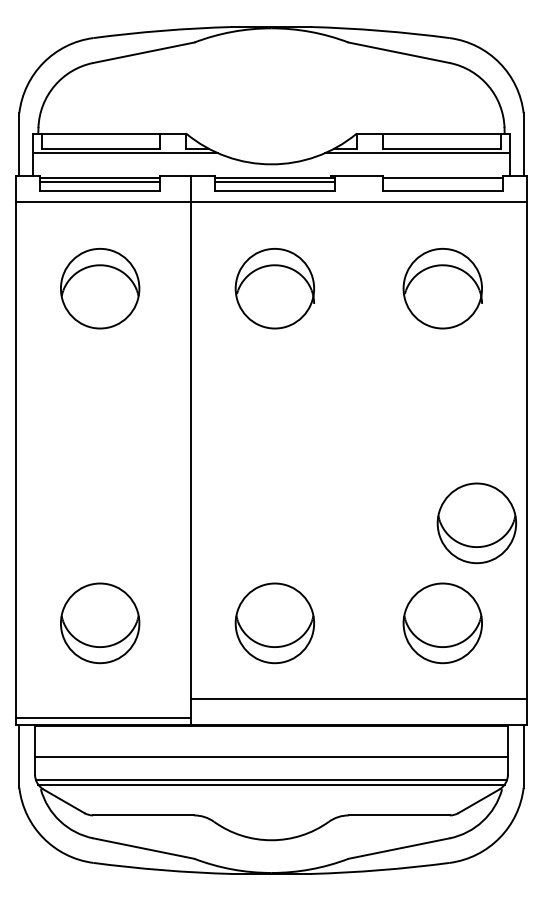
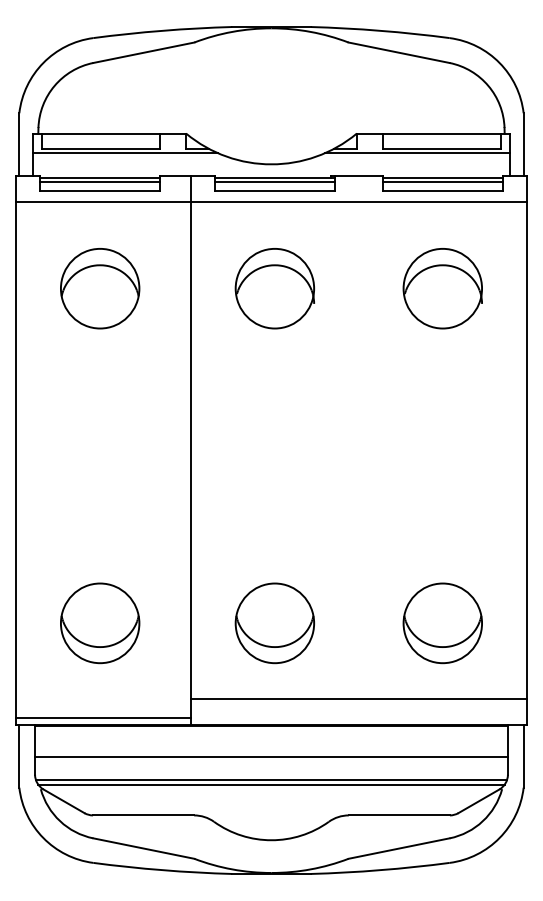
line at (442, 182): none -> present
part at (476, 523): present -> none
